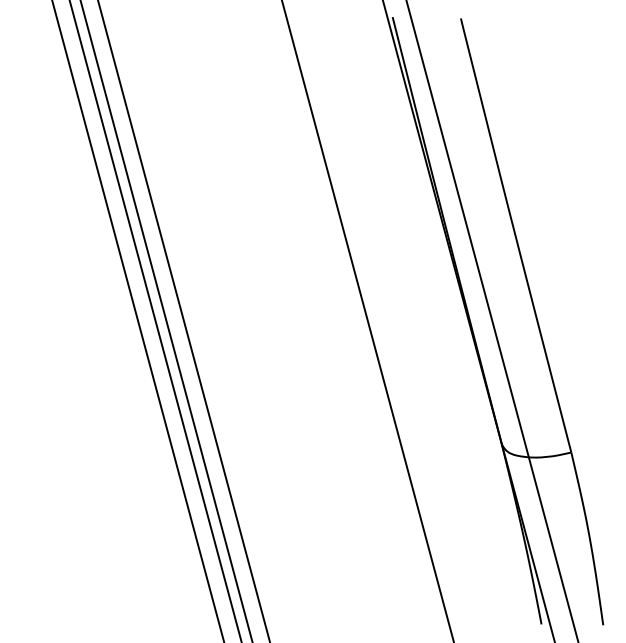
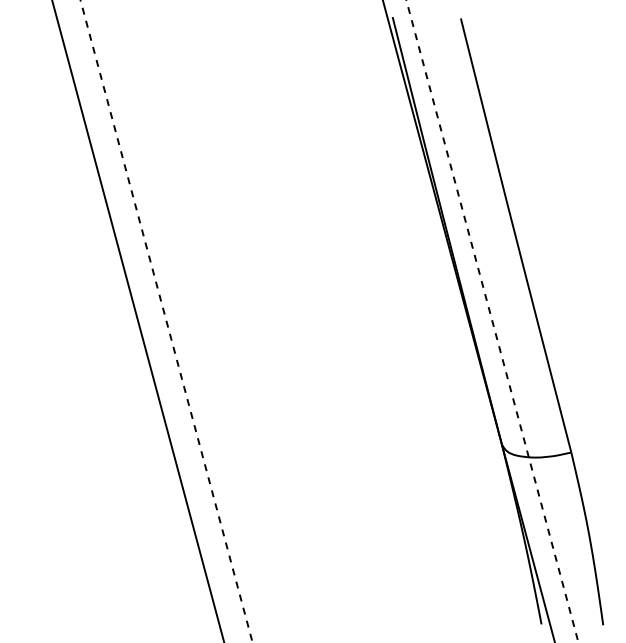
line at (155, 320): present -> none
line at (166, 320): solid -> dashed
line at (183, 320): present -> none
line at (367, 320): present -> none
line at (492, 321): solid -> dashed
